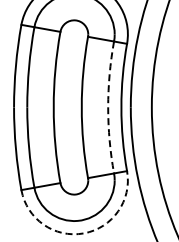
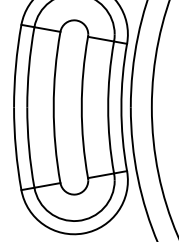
arc at (108, 107): dashed -> solid
arc at (83, 233): dashed -> solid
